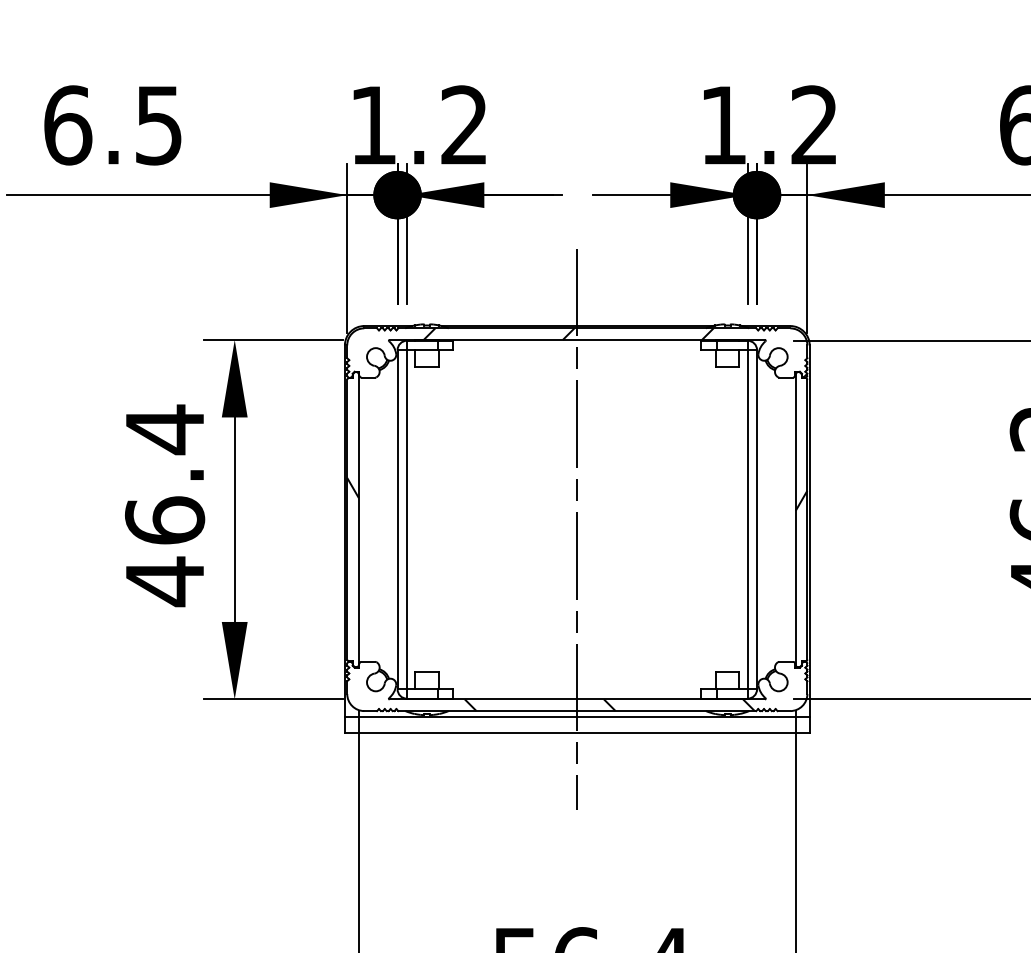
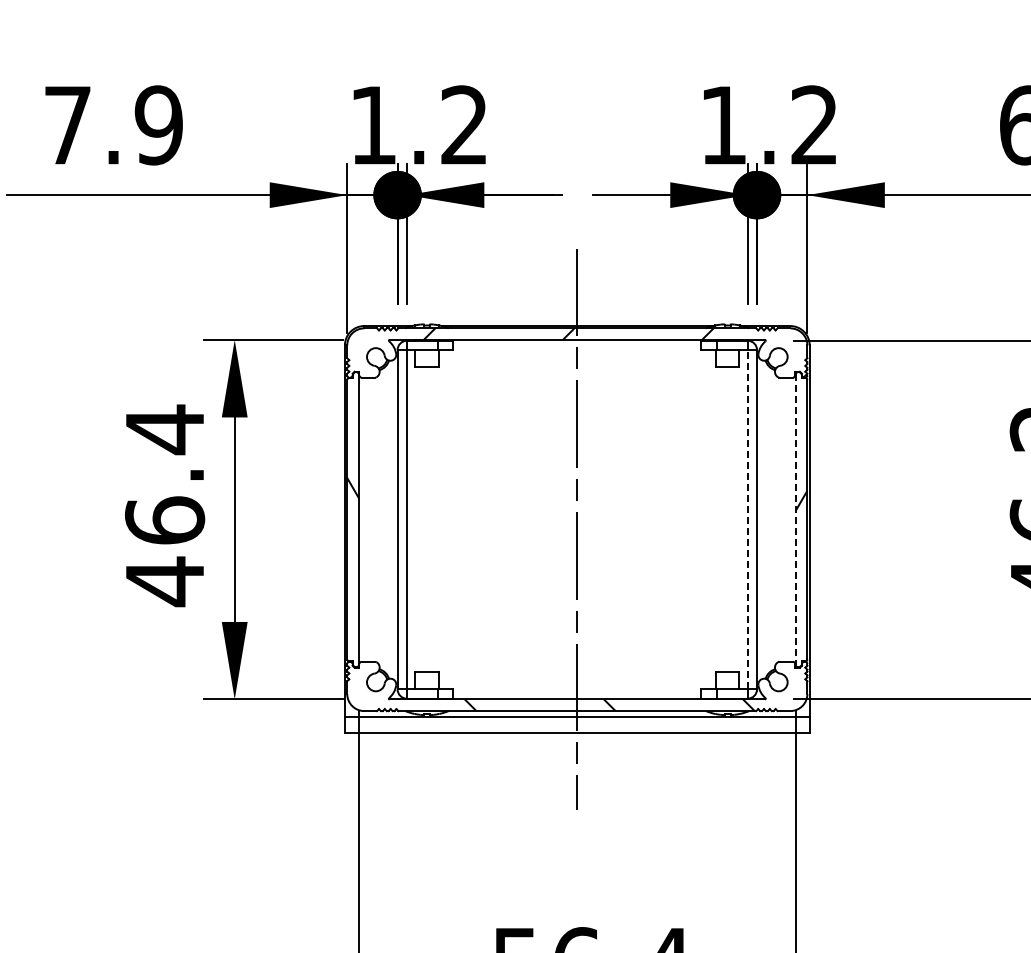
text at (113, 125): 6.5 -> 7.9
line at (747, 519): solid -> dashed
line at (795, 520): solid -> dashed
